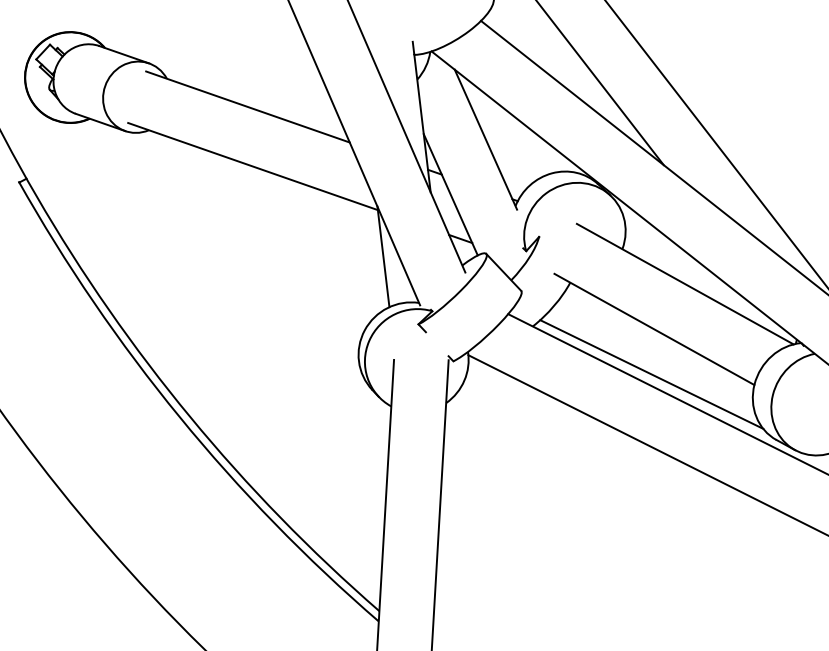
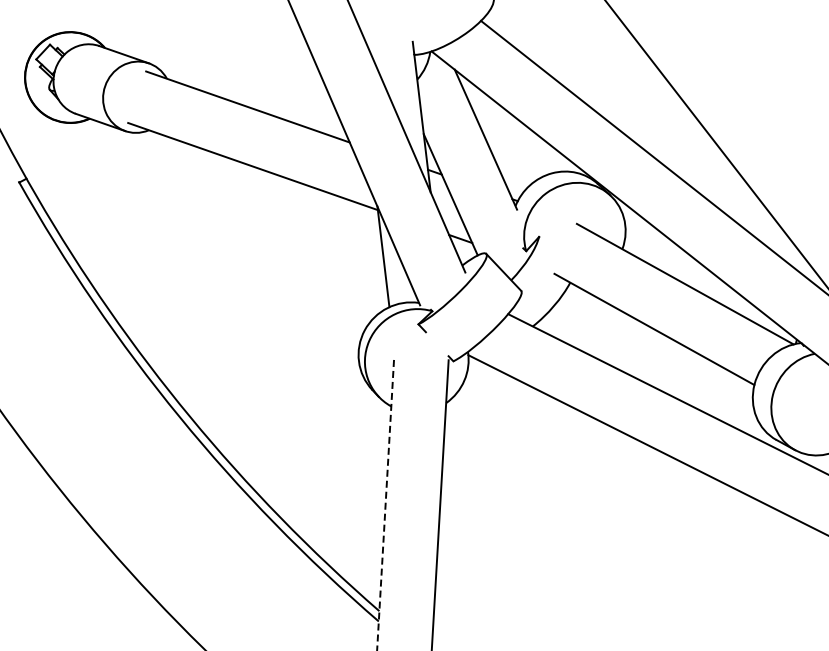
line at (600, 83): present -> none
line at (651, 374): present -> none
line at (385, 505): solid -> dashed
